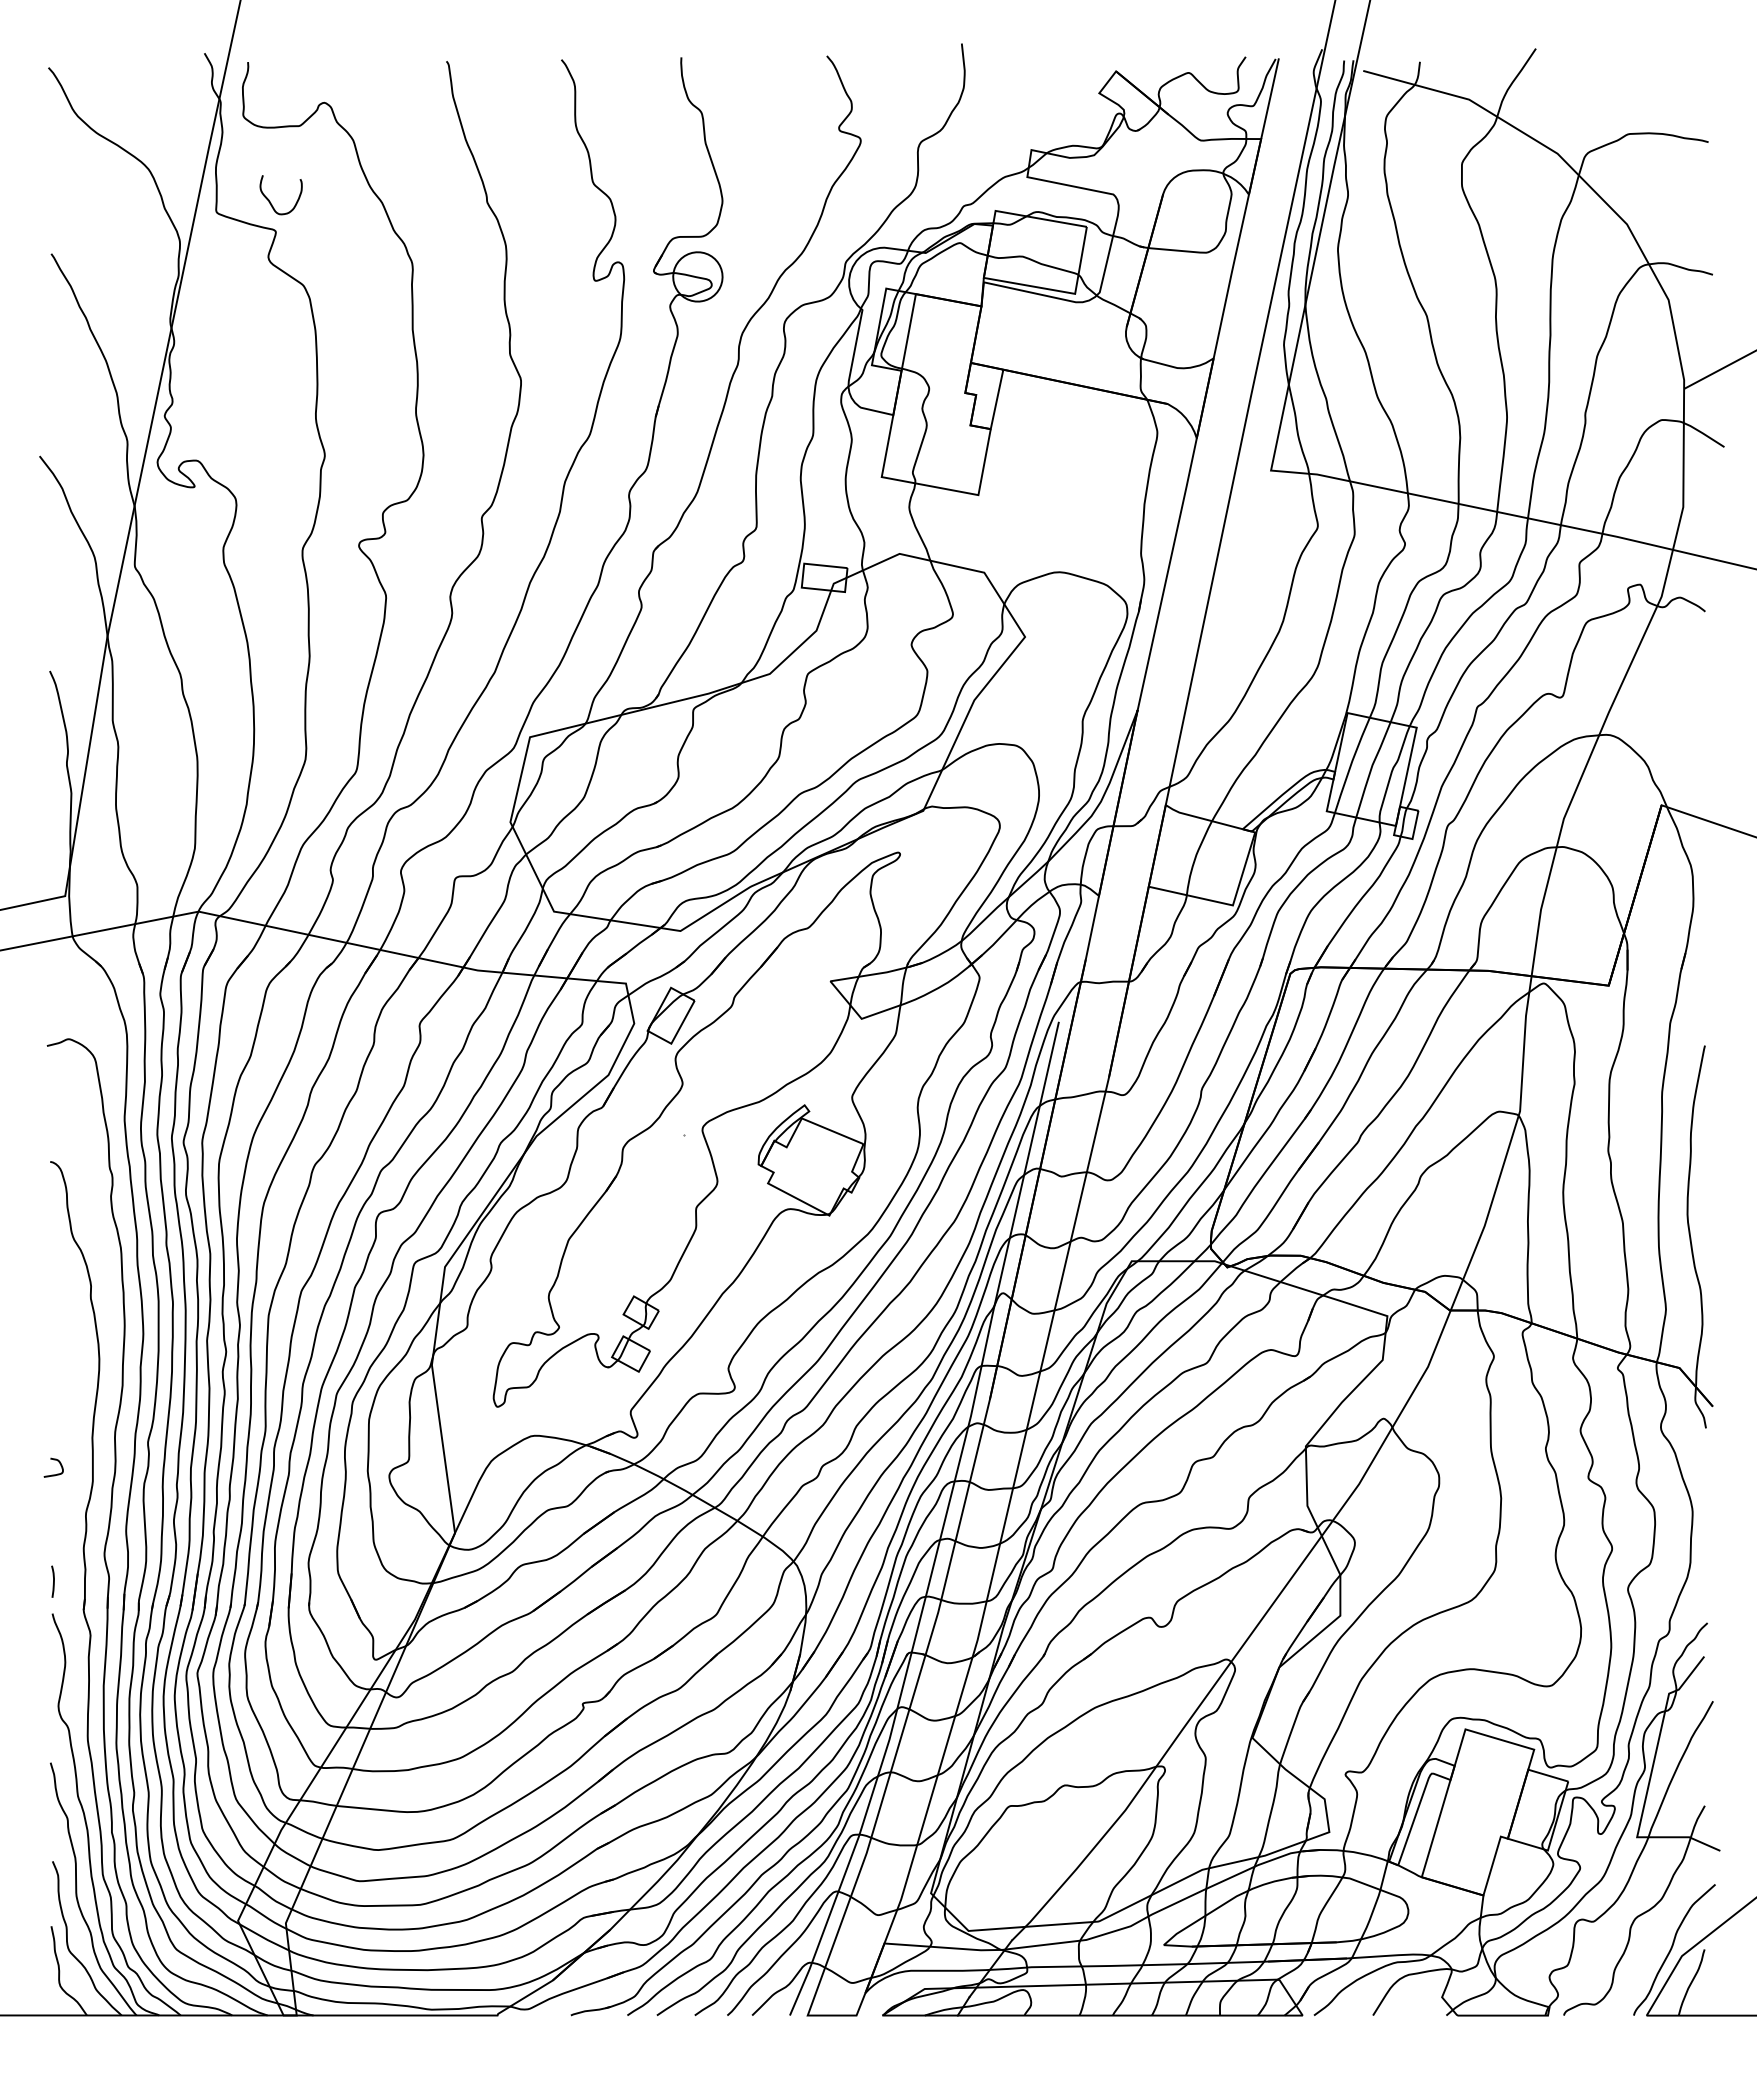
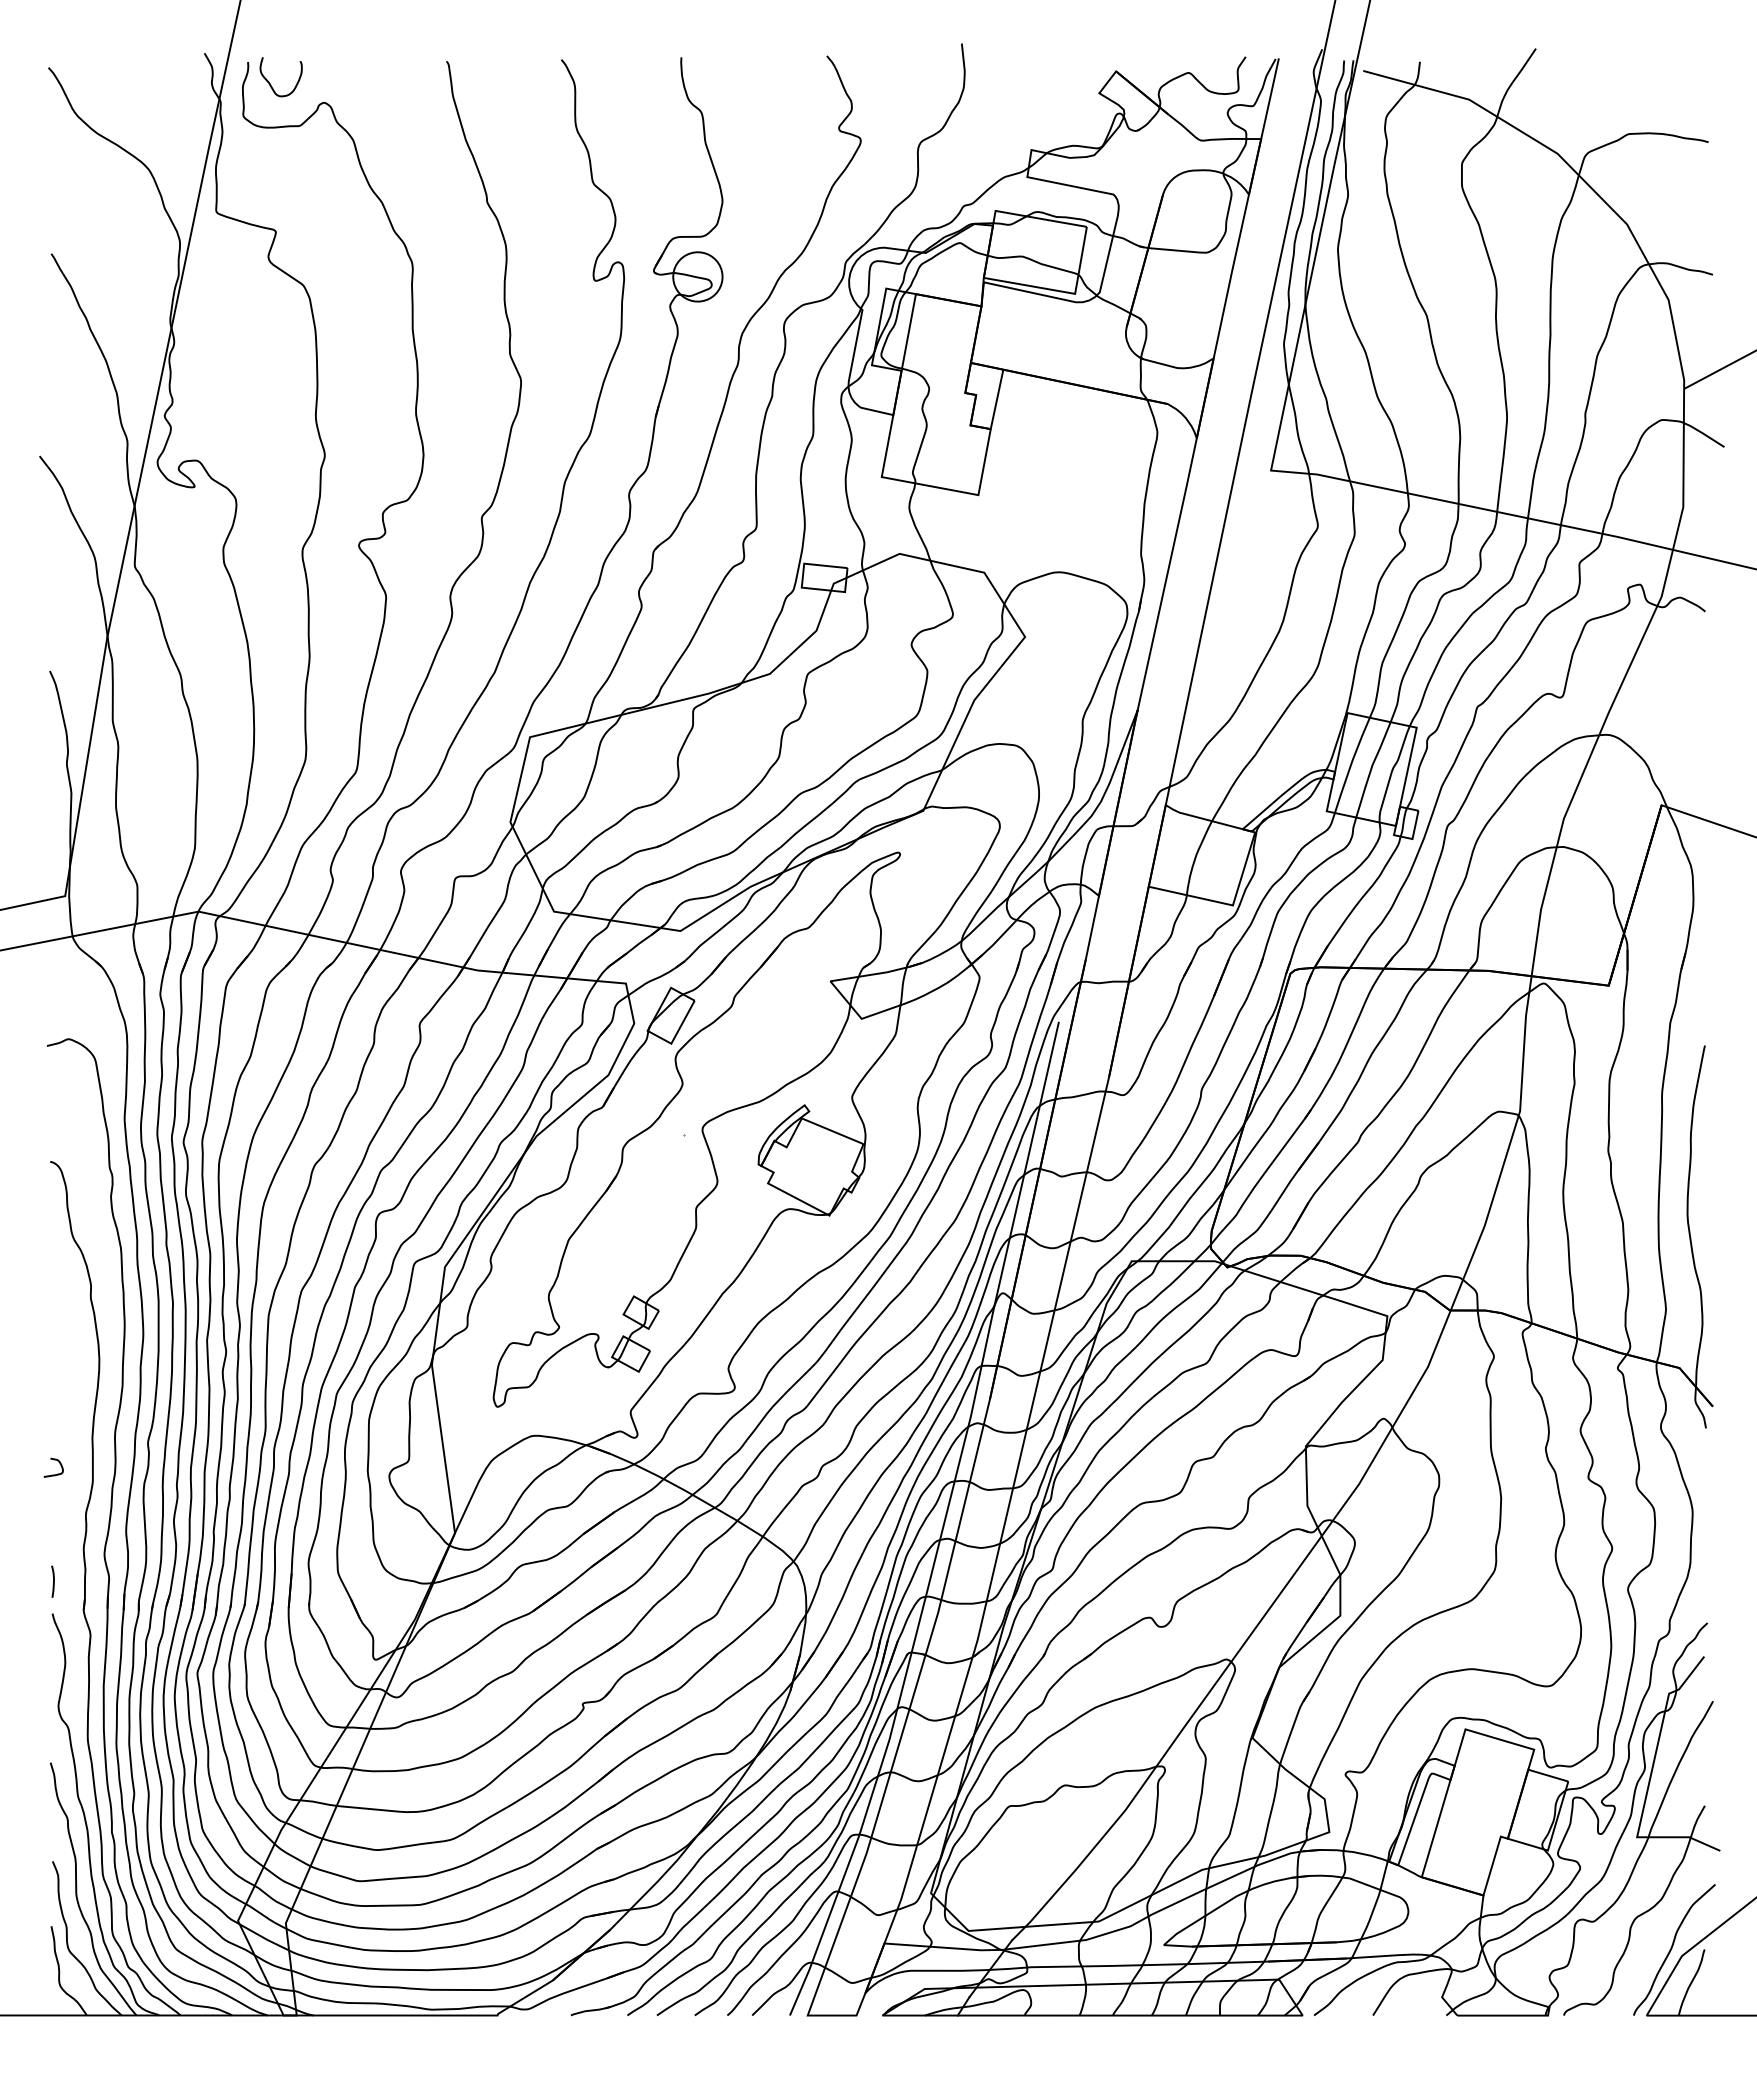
curve at (270, 201) position: (270, 201) -> (270, 83)
